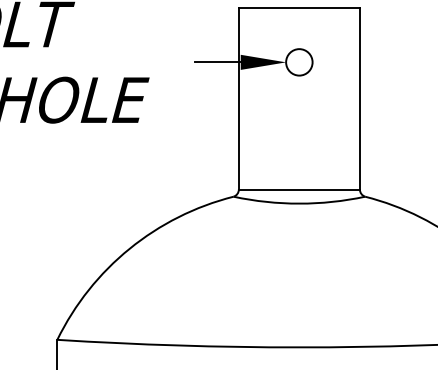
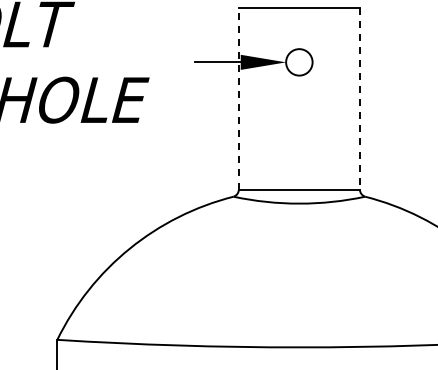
line at (238, 98): solid -> dashed
line at (359, 98): solid -> dashed
